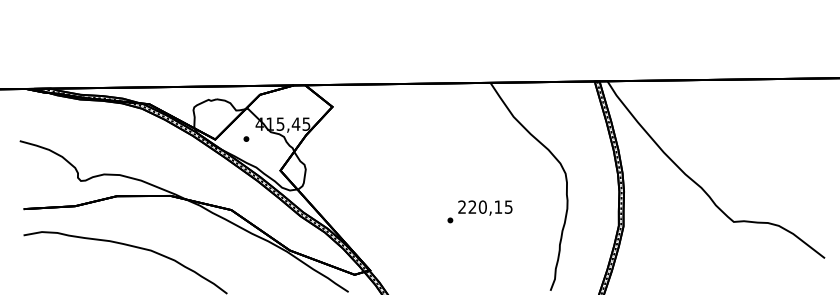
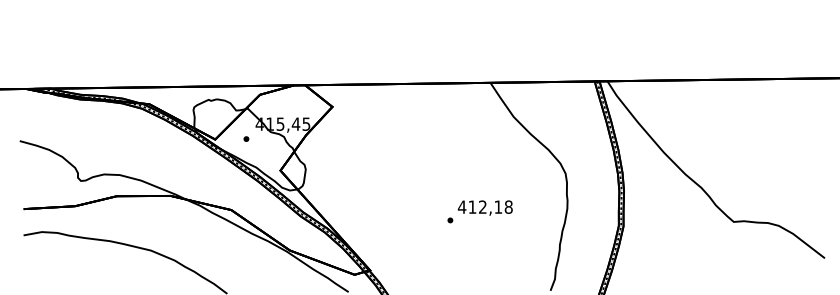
text at (484, 206): 220,15 -> 412,18
